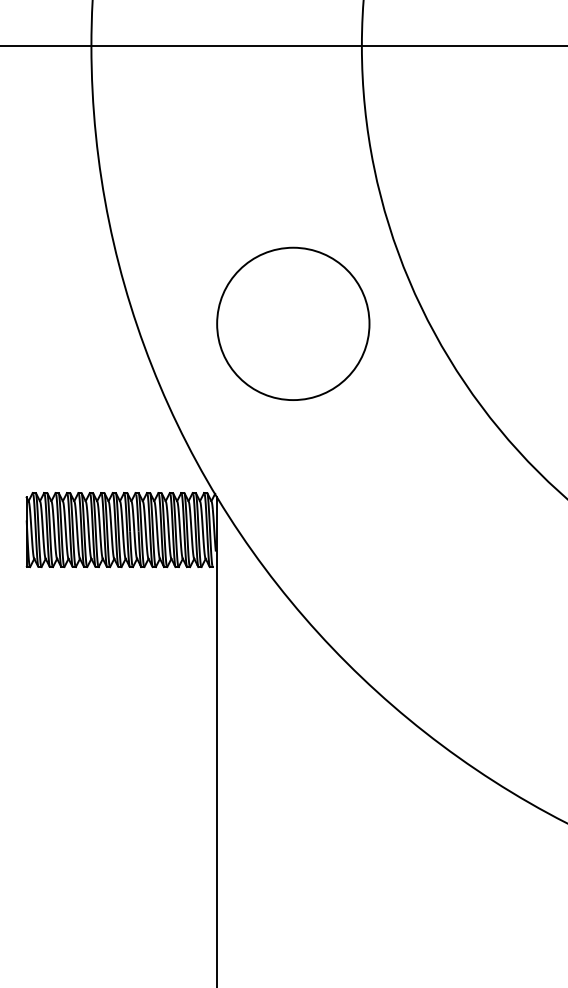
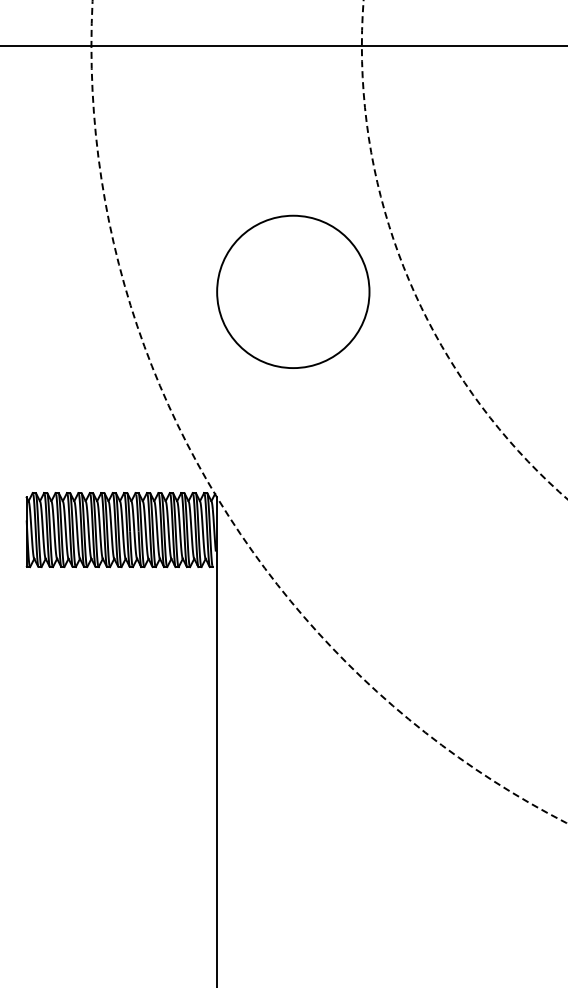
circle at (464, 249): solid -> dashed
circle at (293, 323) position: (293, 323) -> (293, 291)
circle at (329, 411): solid -> dashed
